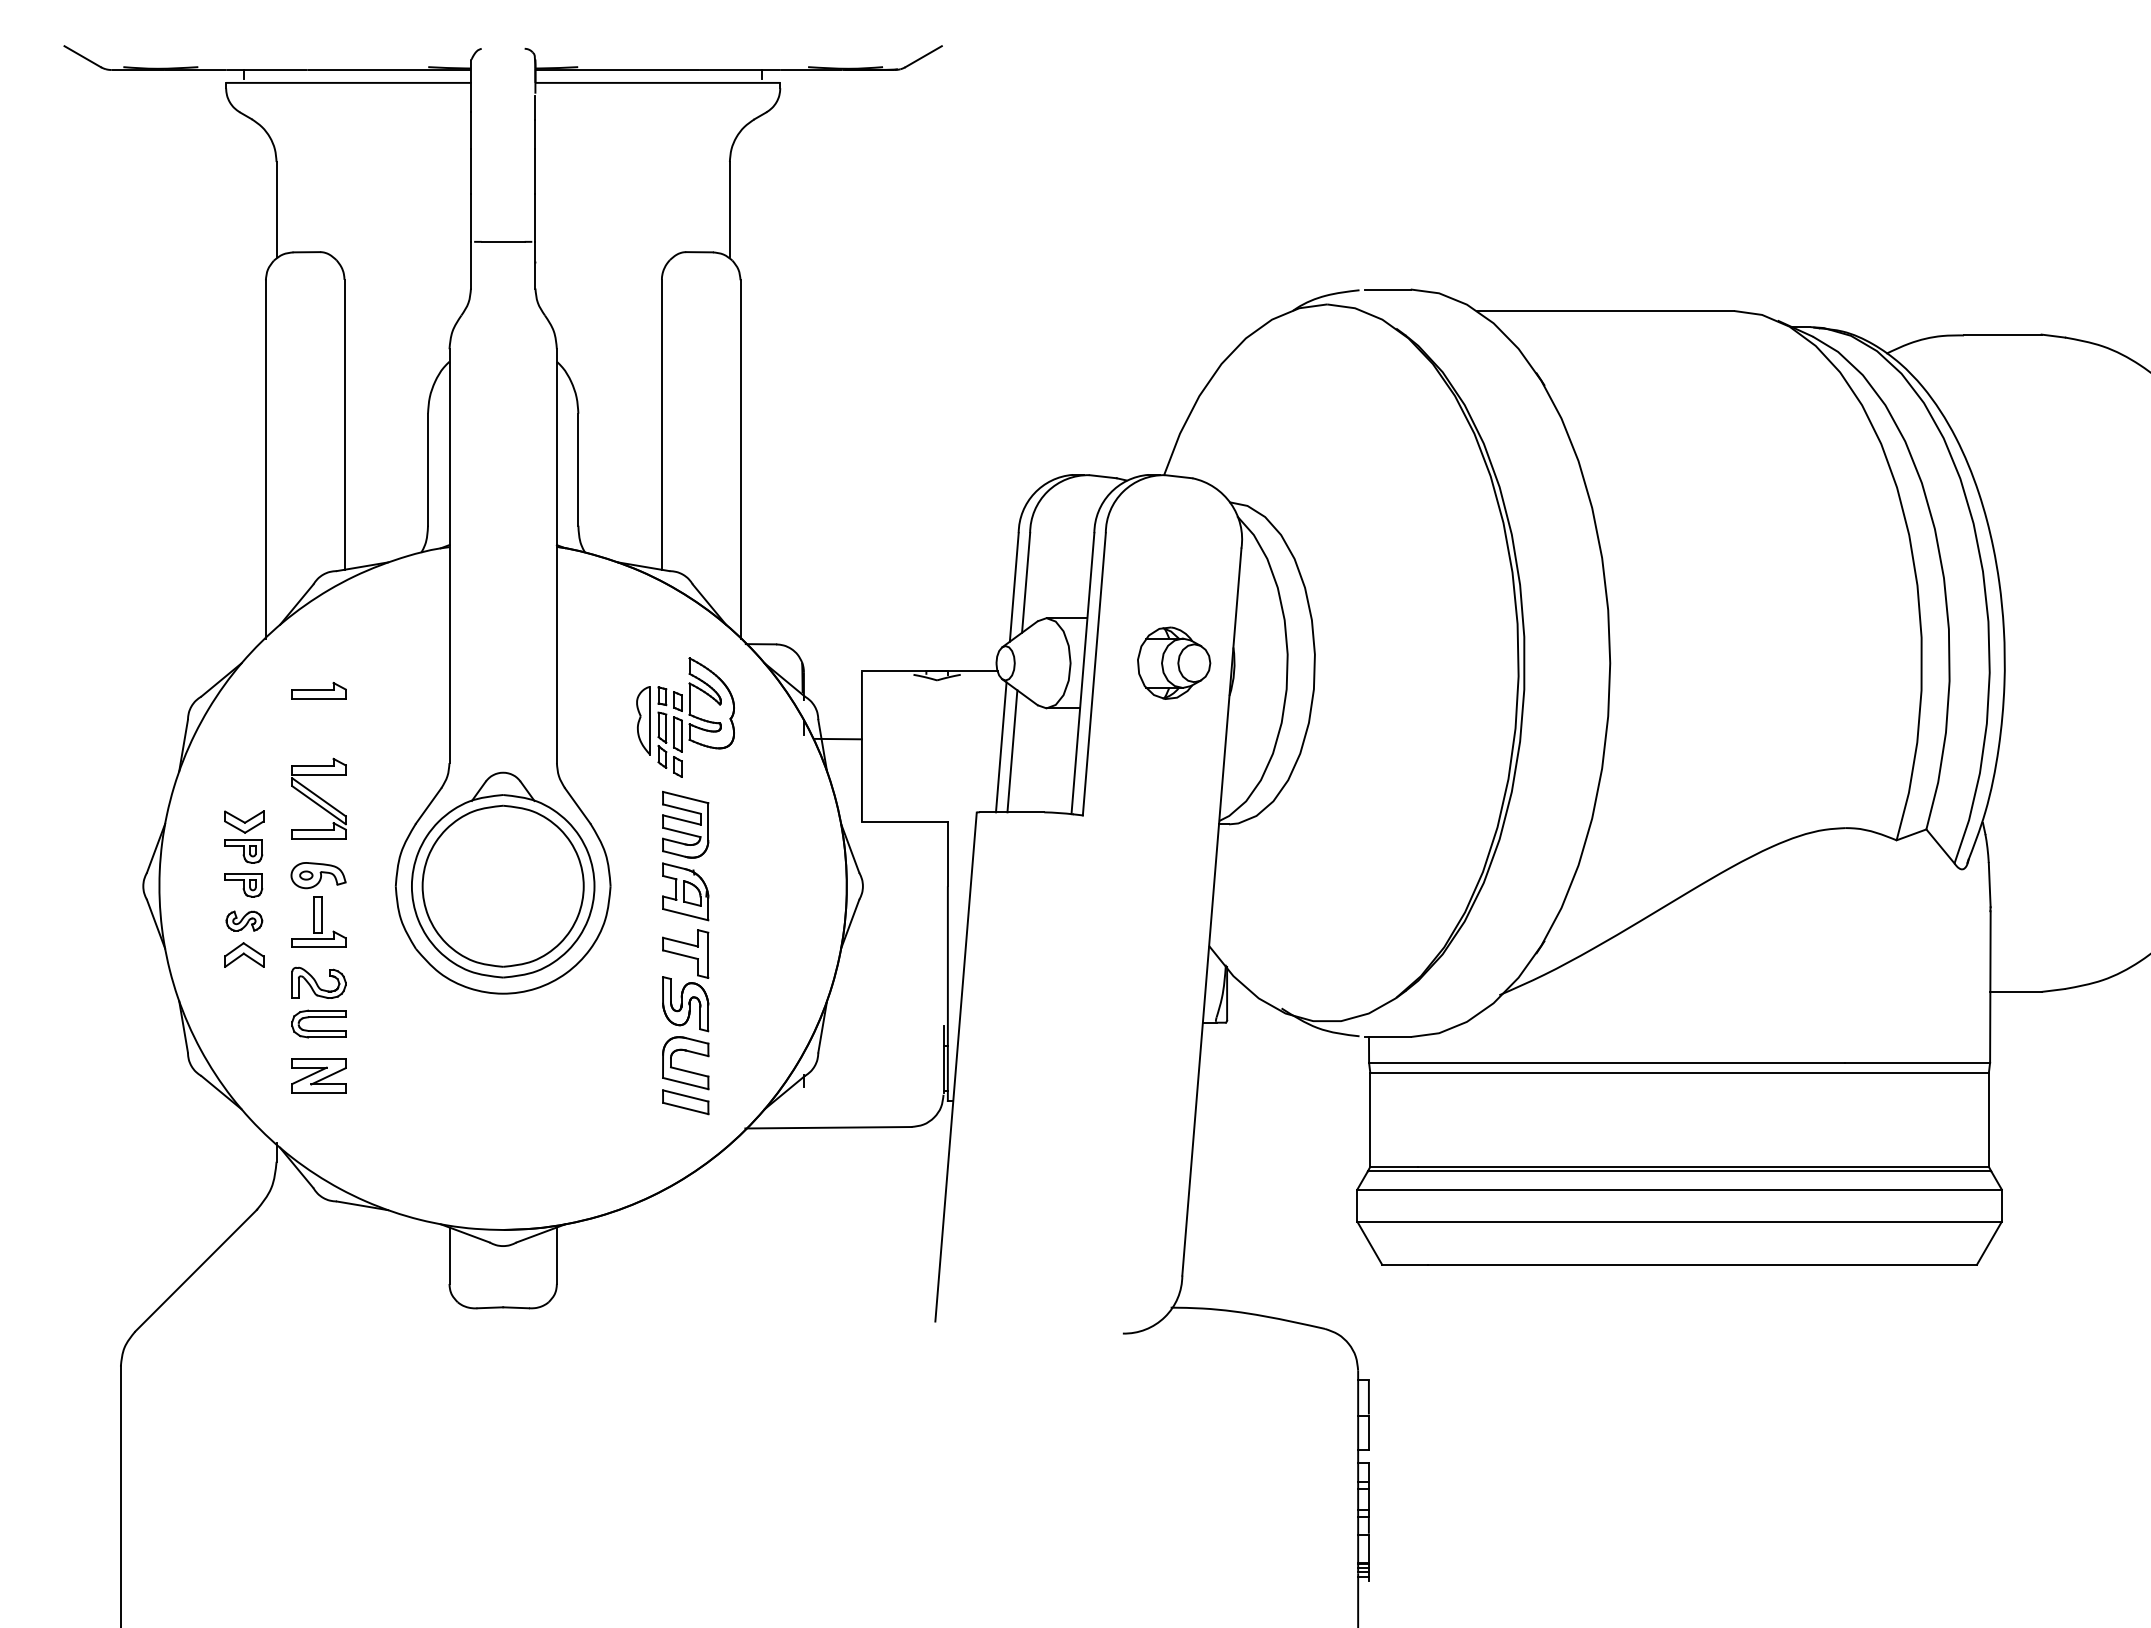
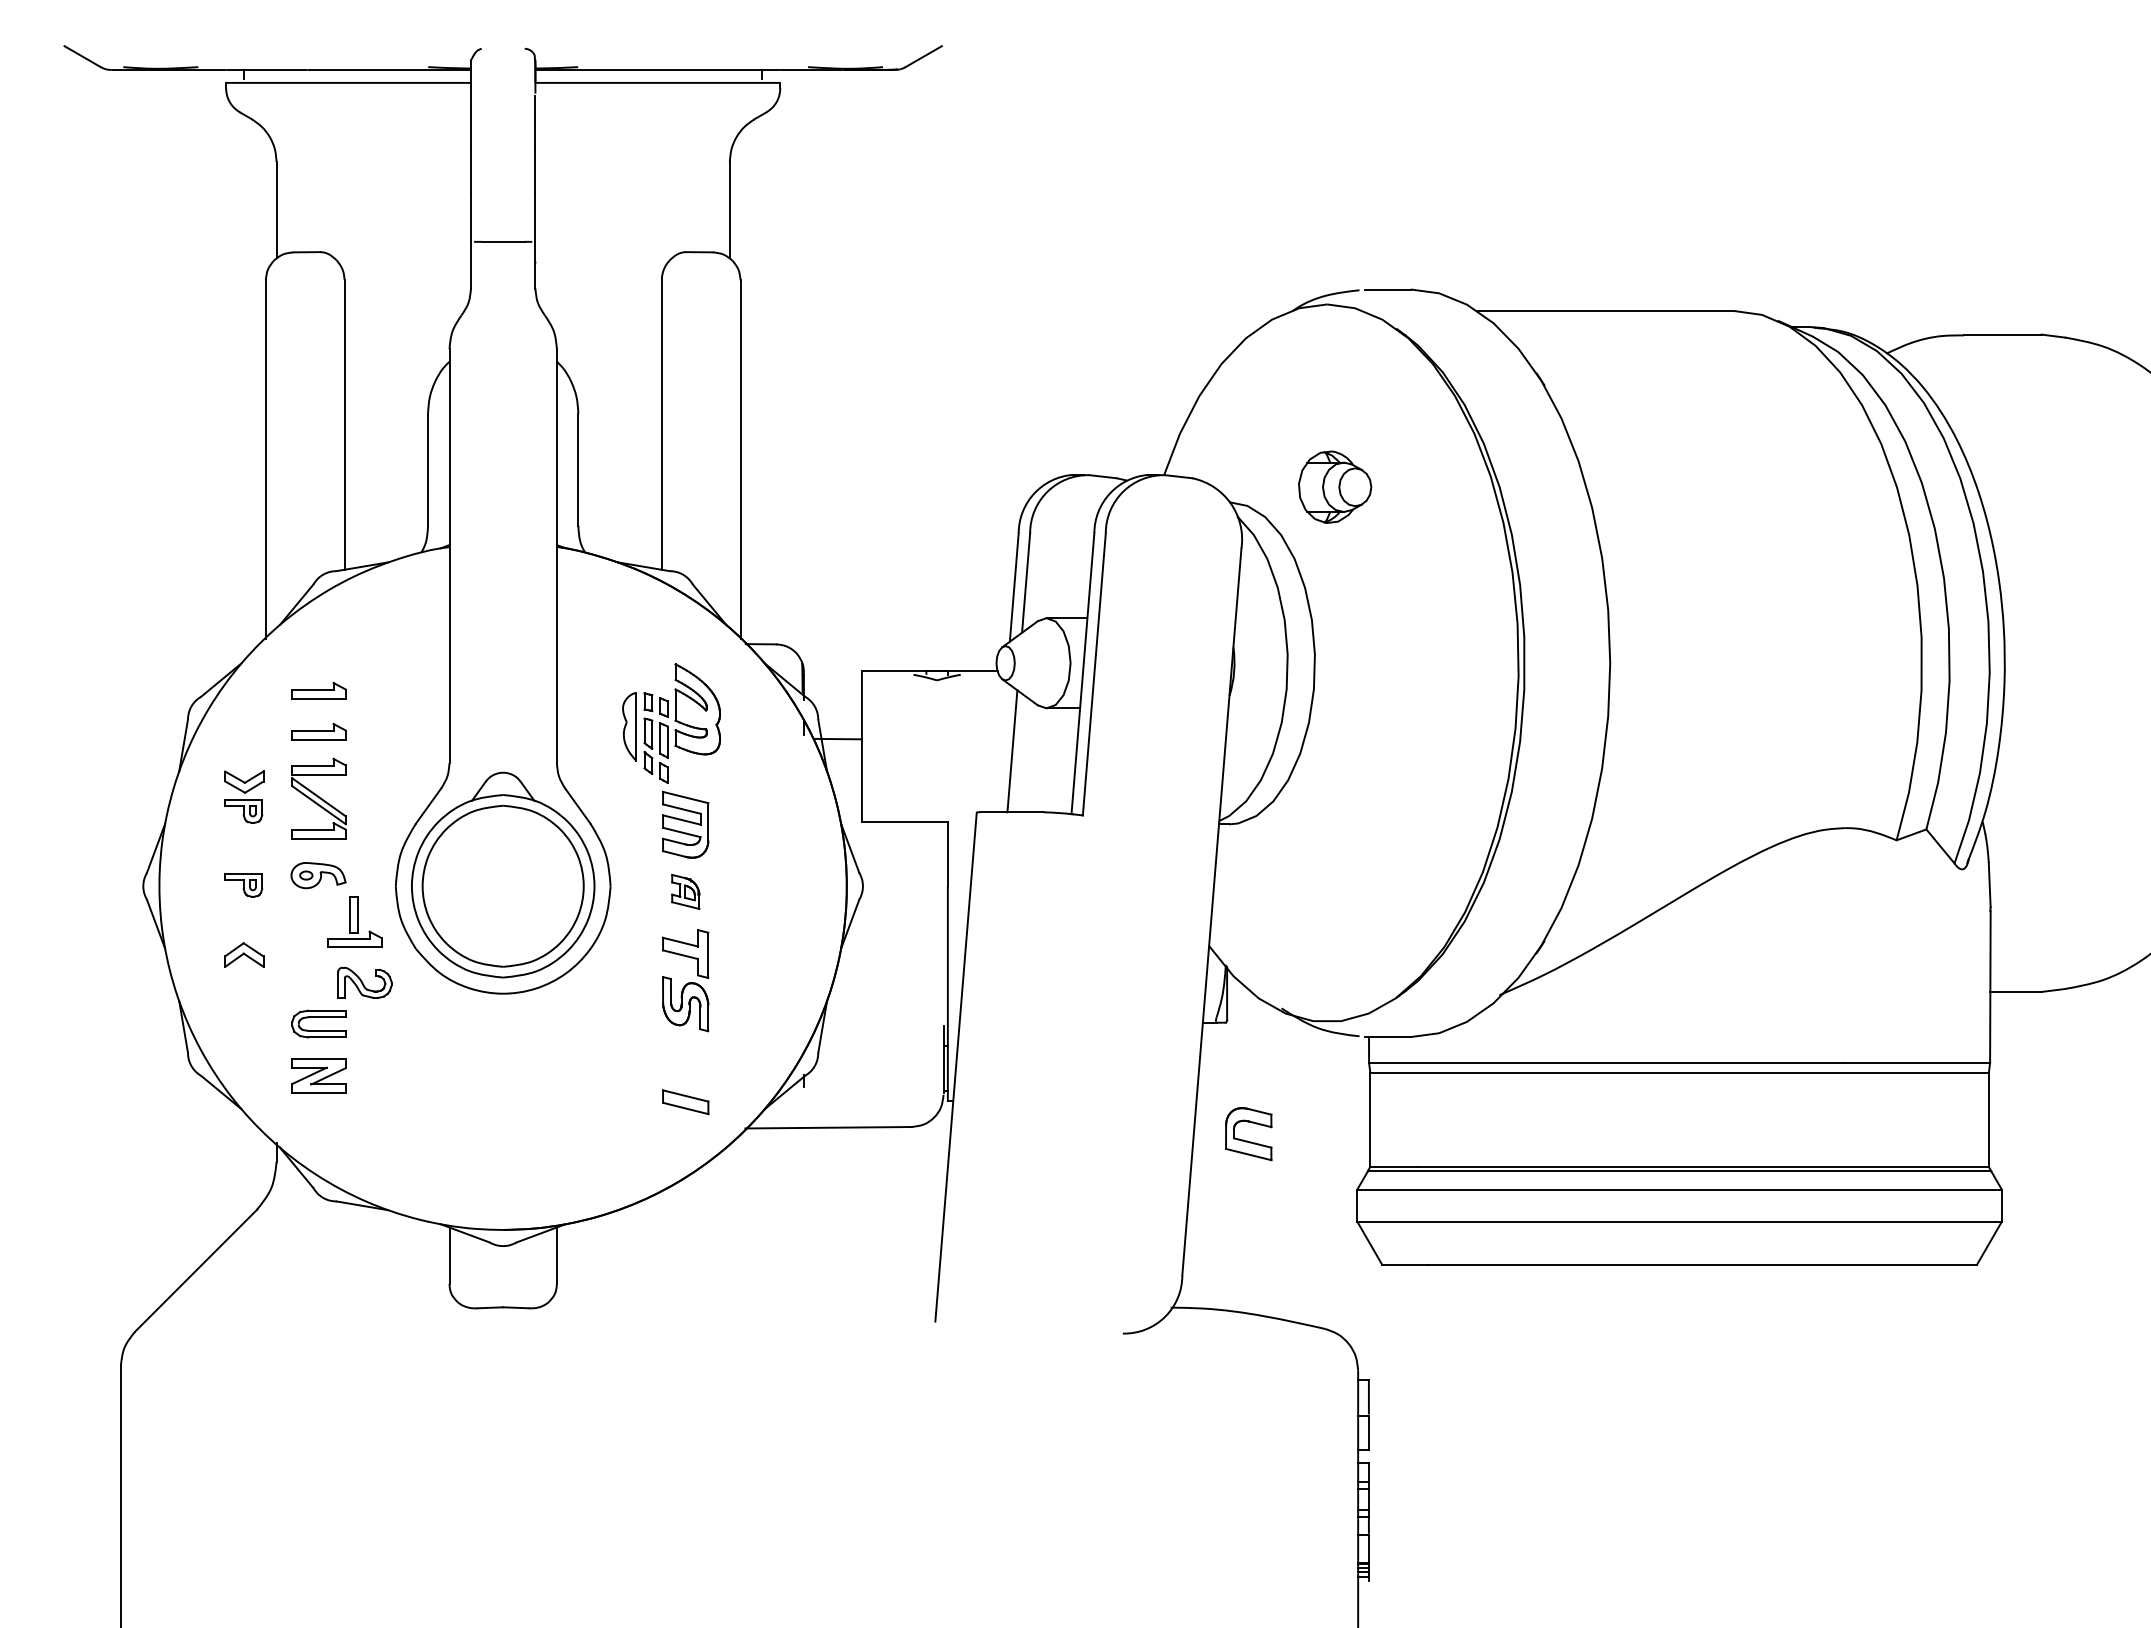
part at (1174, 662) position: (1174, 662) -> (1335, 486)
part at (685, 717) position: (685, 717) -> (671, 723)
part at (318, 731): none -> present
line at (1000, 747): present -> none
part at (244, 836) position: (244, 836) -> (244, 796)
part at (685, 891) size: 48x60 px -> 30x36 px
part at (244, 920): present -> none
part at (318, 921) position: (318, 921) -> (354, 921)
part at (318, 982) position: (318, 982) -> (364, 982)
part at (684, 1069) position: (684, 1069) -> (1247, 1140)
